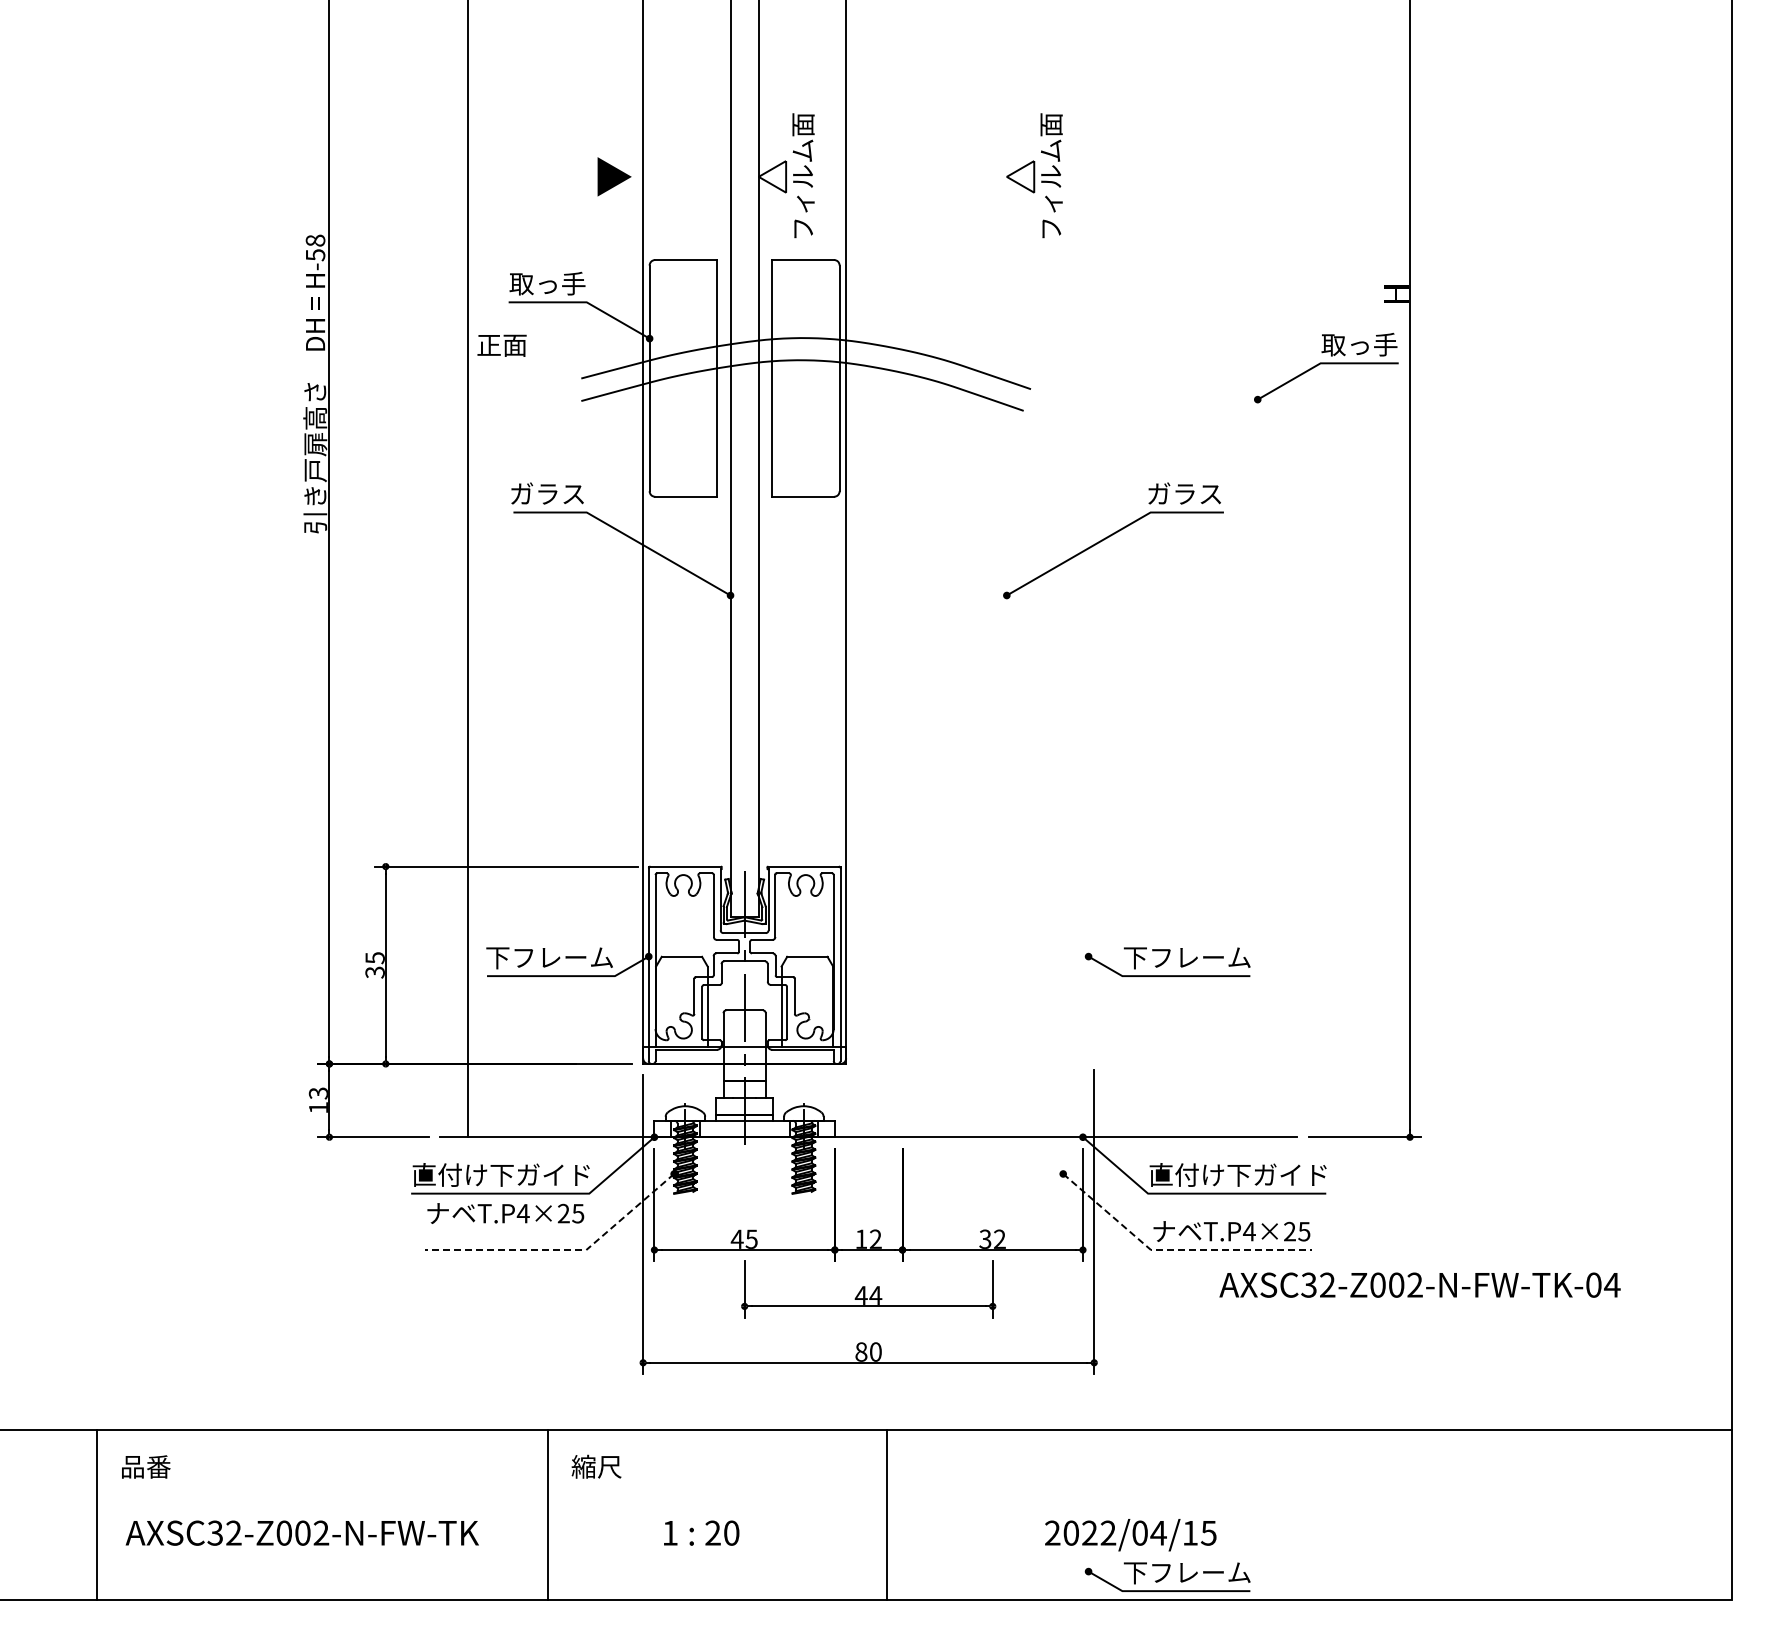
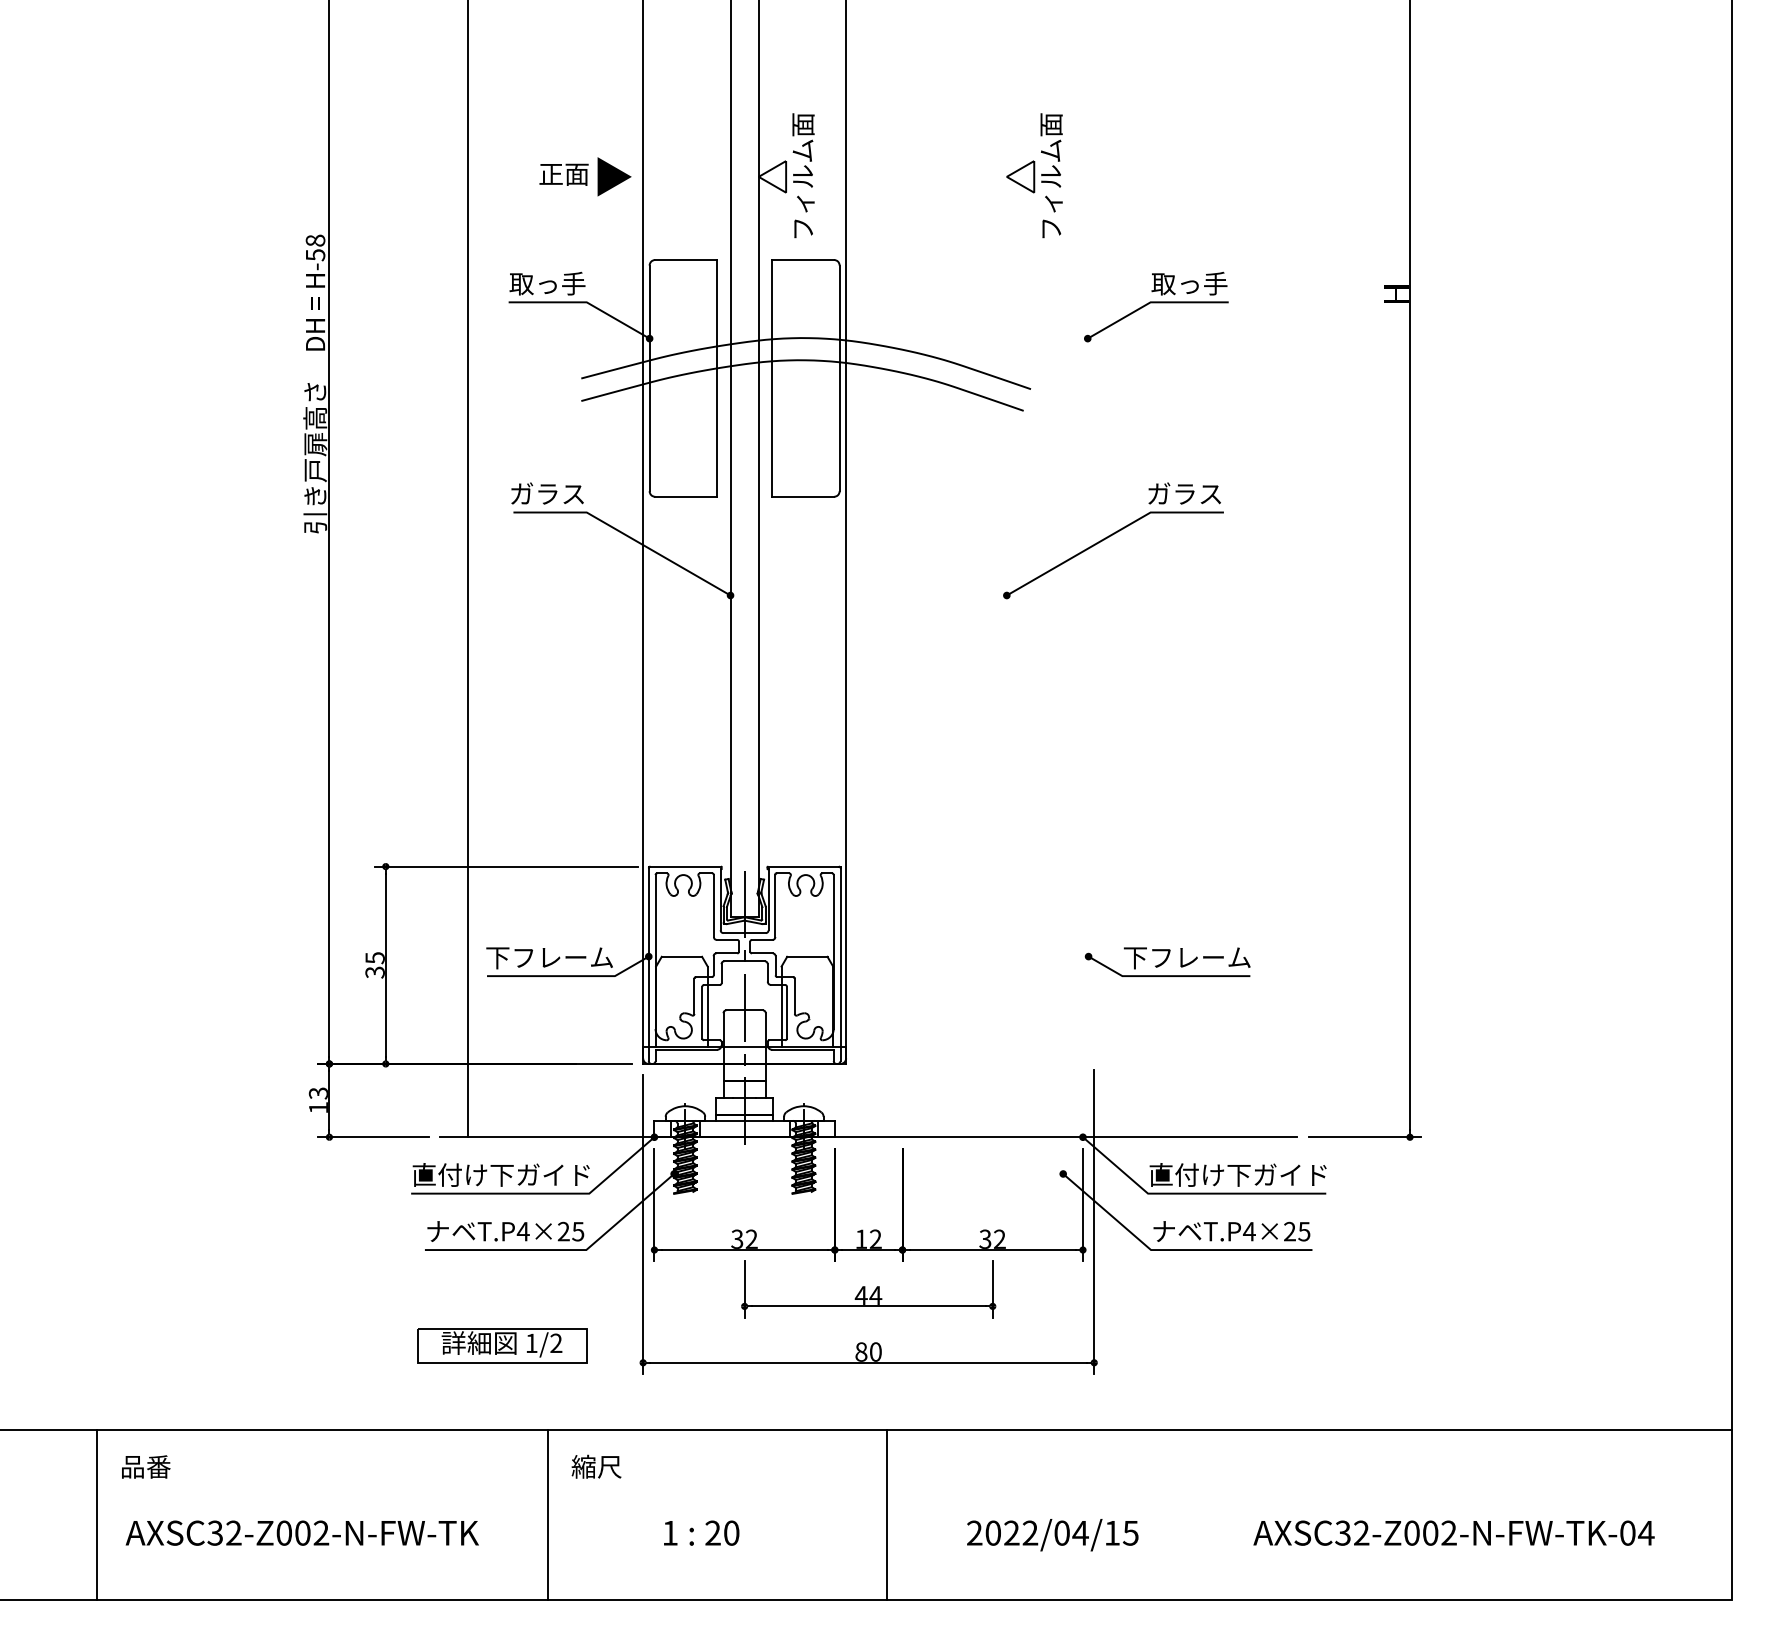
text at (501, 345) position: (501, 345) -> (563, 174)
part at (1326, 367) position: (1326, 367) -> (1156, 306)
text at (505, 1213) position: (505, 1213) -> (505, 1231)
text at (743, 1238): 45 -> 32
line at (564, 1250): dashed -> solid
line at (1172, 1250): dashed -> solid
text at (1419, 1284) position: (1419, 1284) -> (1453, 1532)
part at (502, 1345): none -> present
text at (1130, 1535) position: (1130, 1535) -> (1052, 1535)
part at (1167, 1576): present -> none
